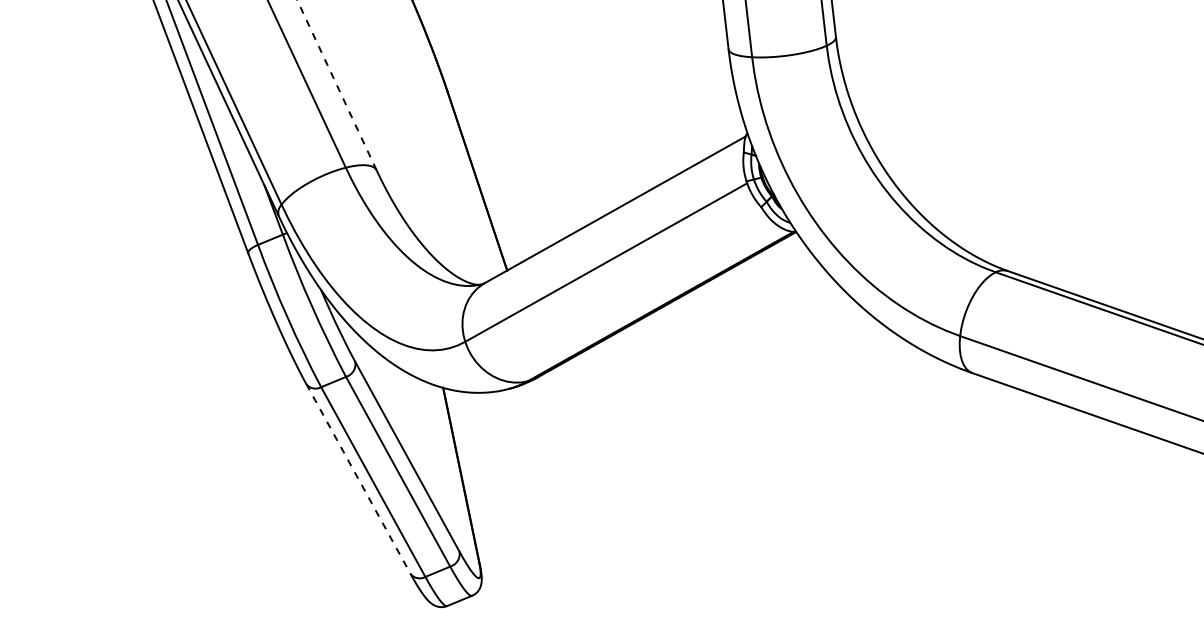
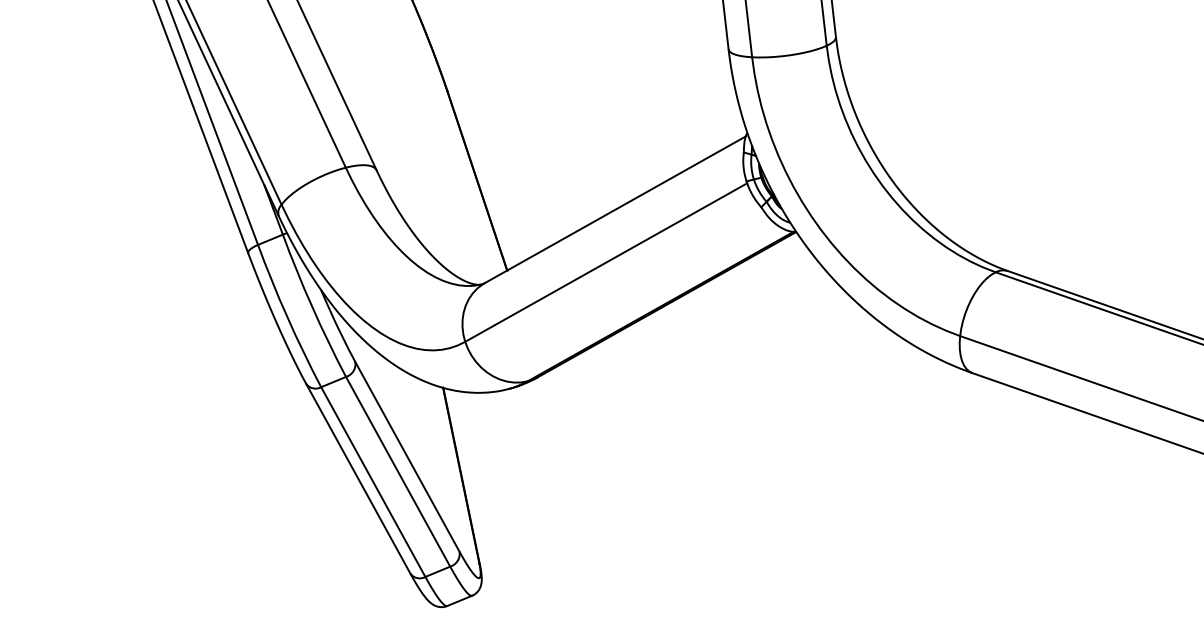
line at (336, 85): dashed -> solid
line at (358, 479): dashed -> solid
